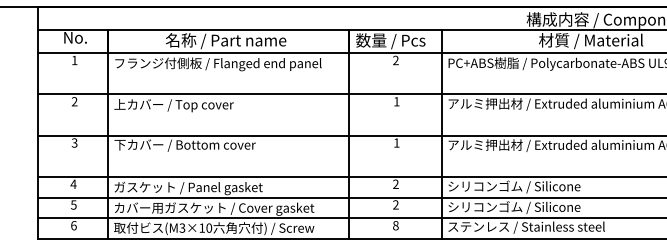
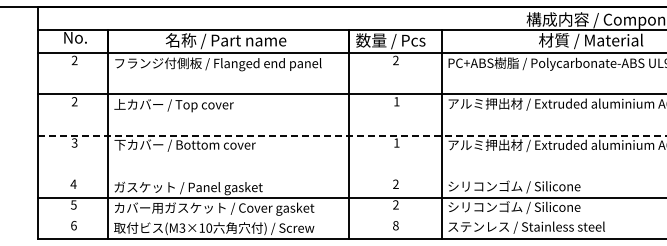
text at (74, 59): 1 -> 2
line at (353, 135): solid -> dashed
line at (350, 176): present -> none
line at (350, 218): present -> none
